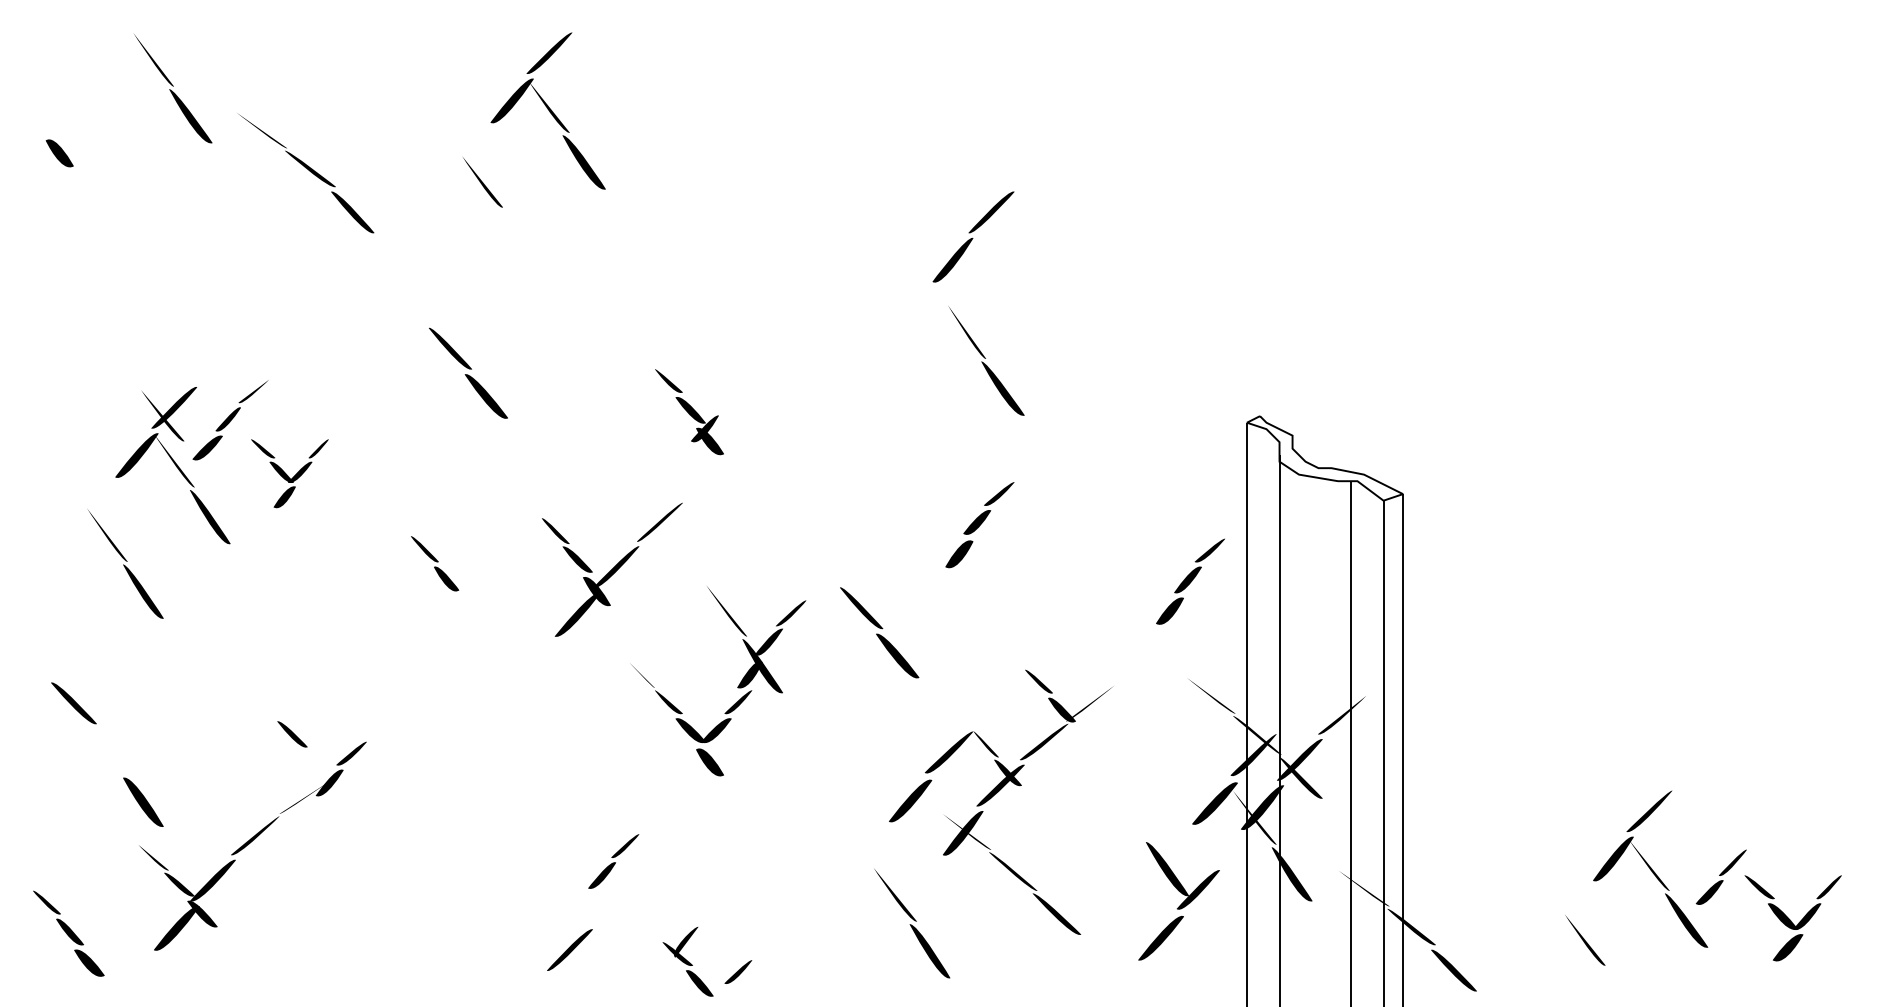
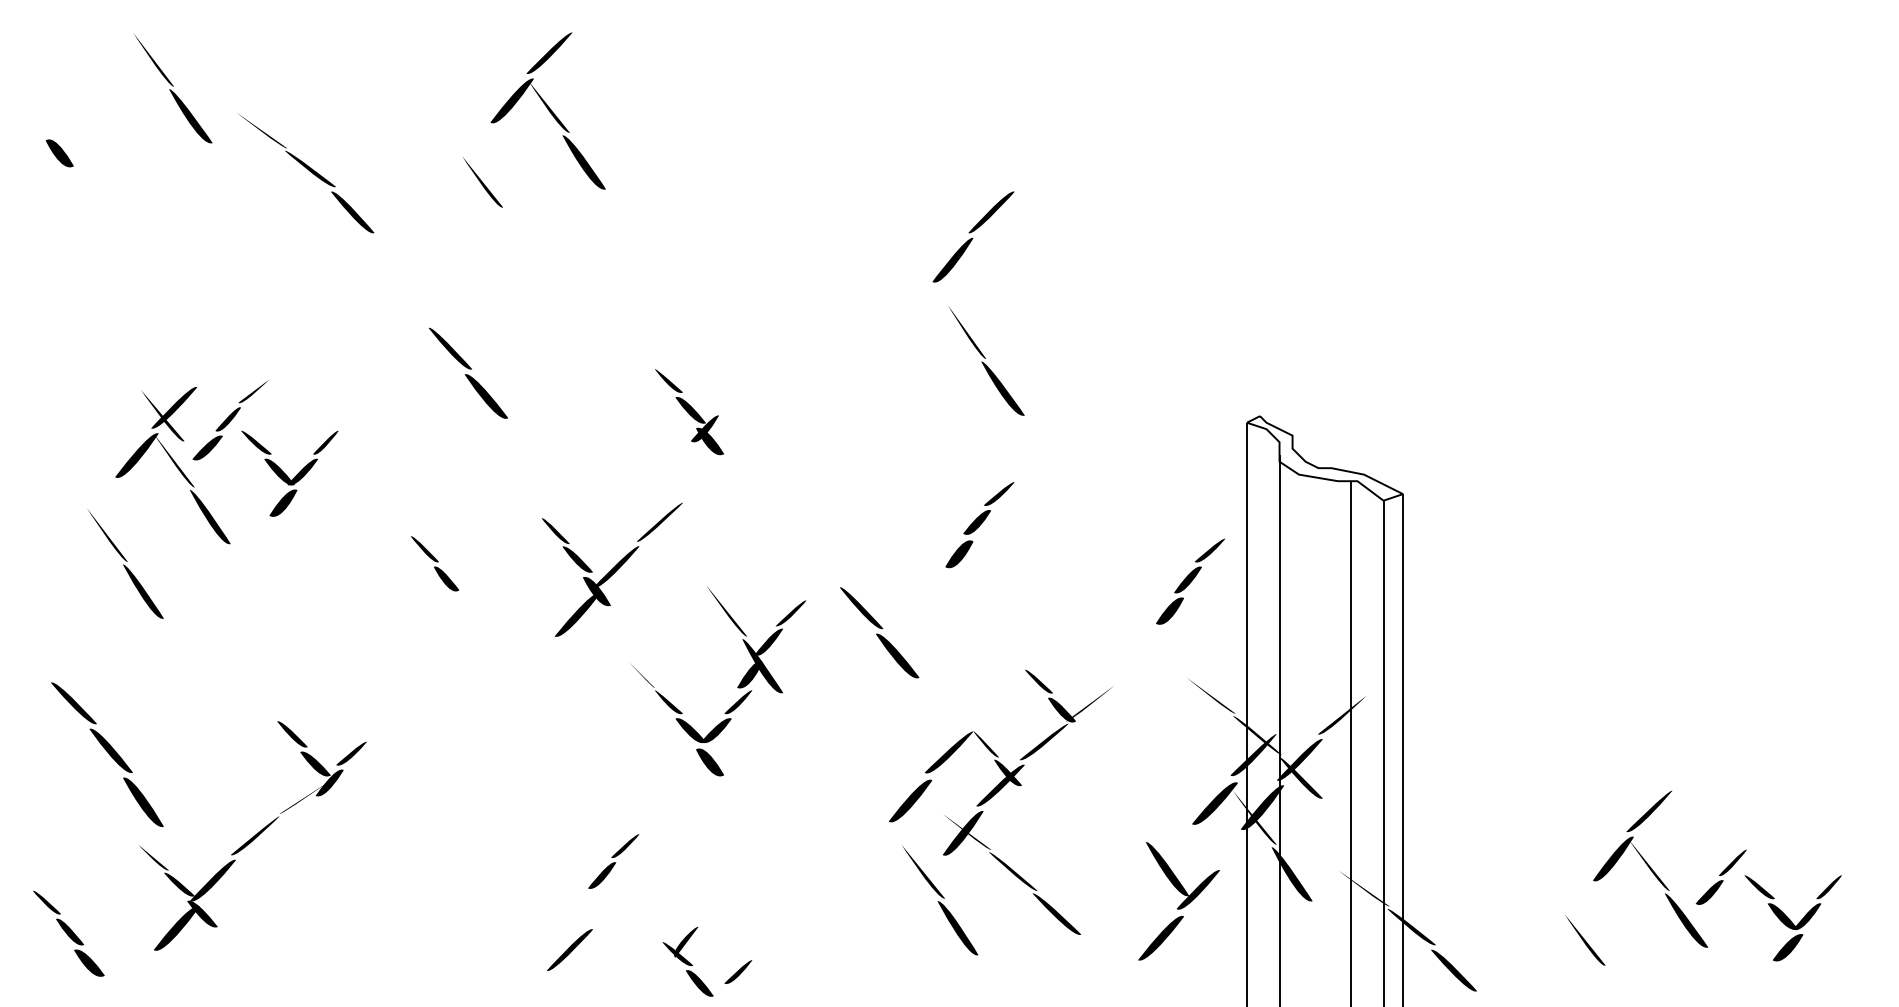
part at (289, 473) size: 78x70 px -> 98x87 px
fill at (111, 750): none -> present
fill at (315, 763): none -> present
part at (912, 923) position: (912, 923) -> (940, 900)
